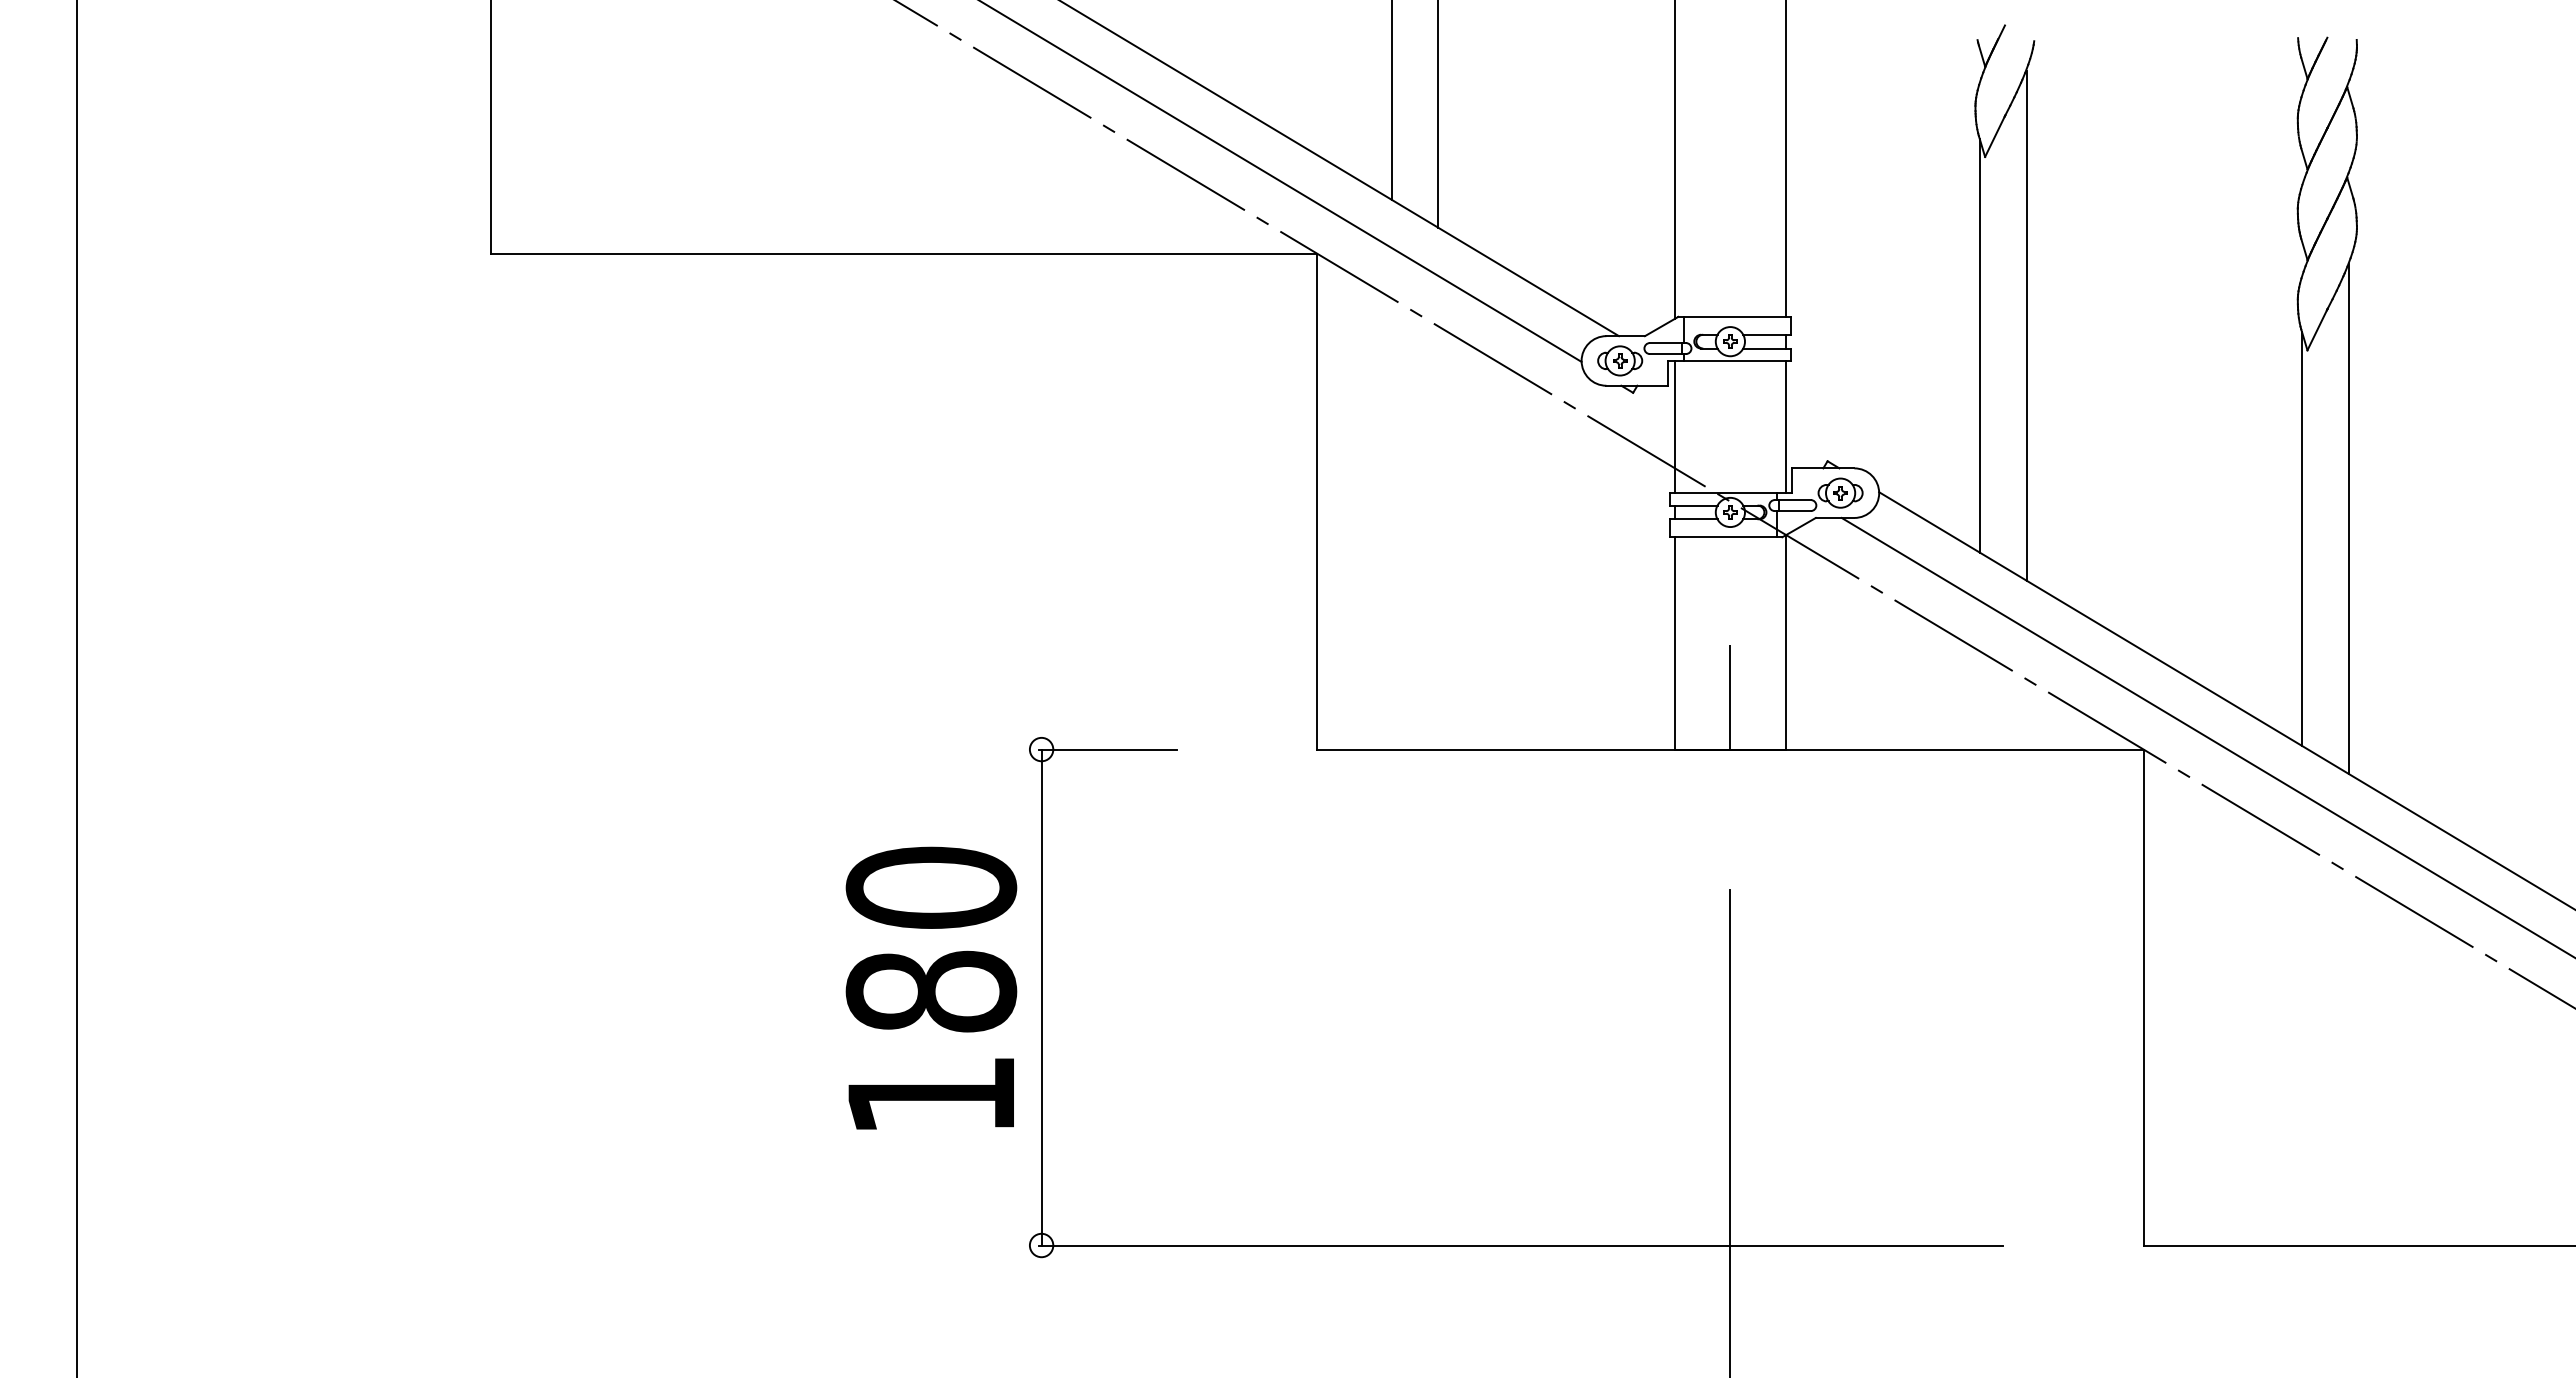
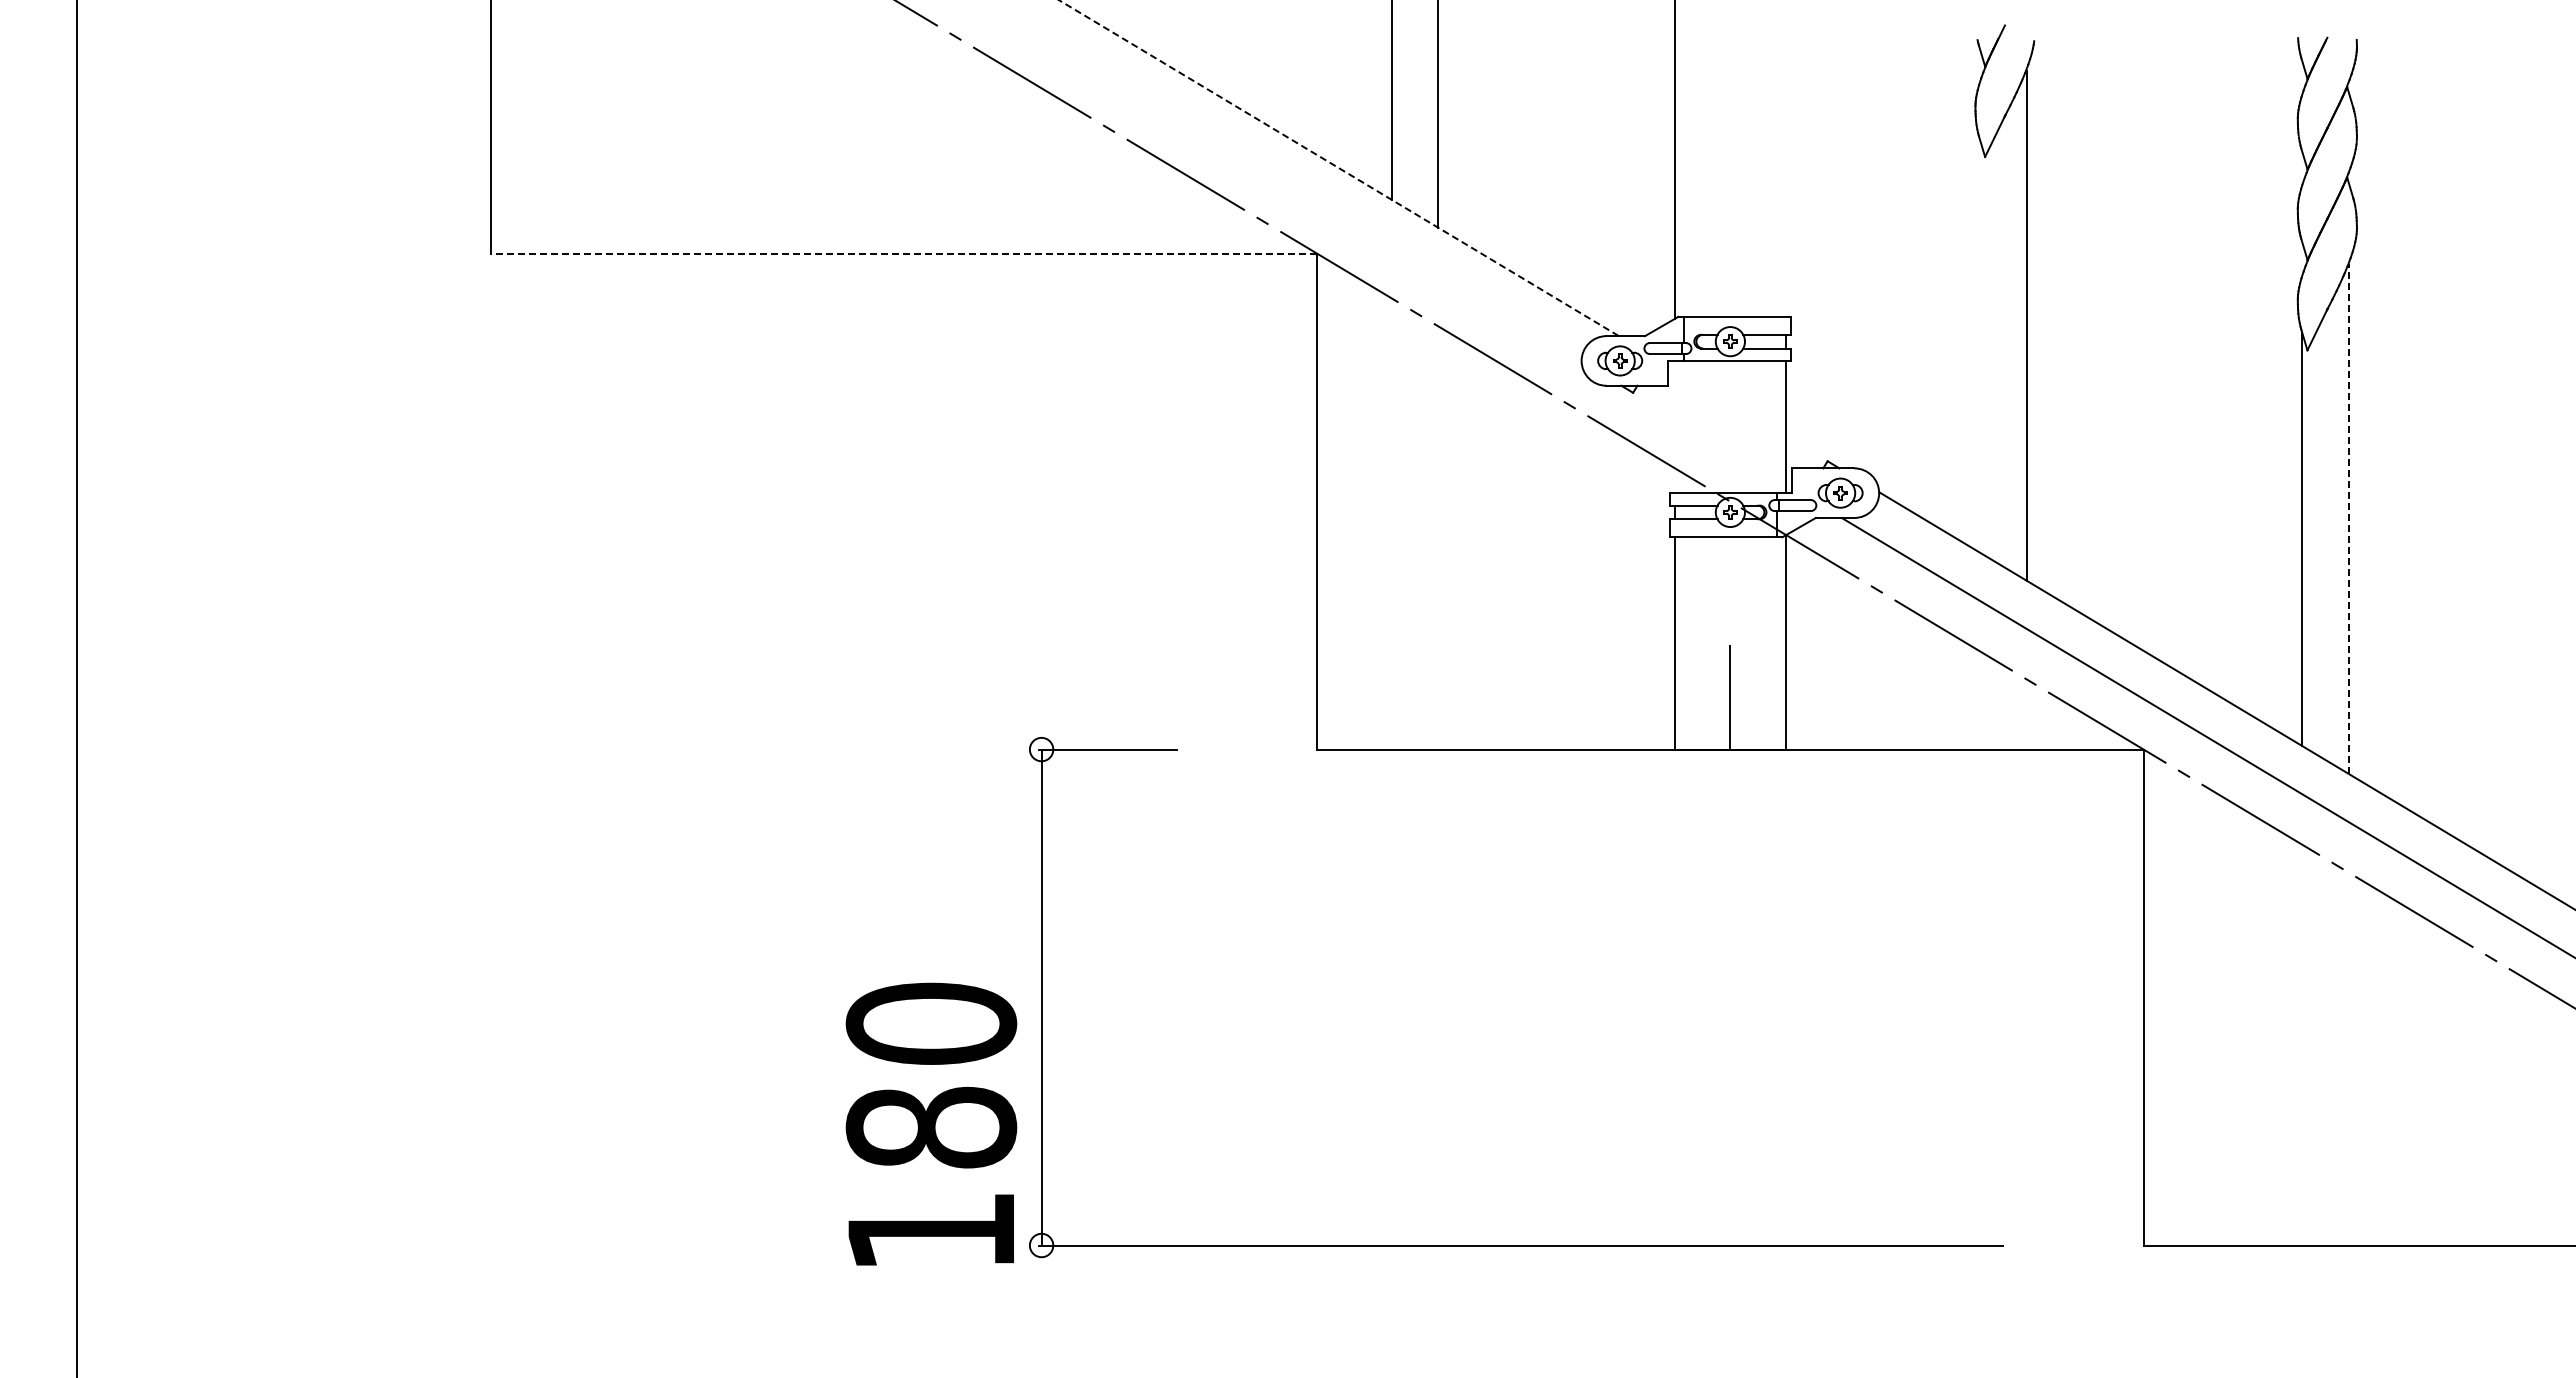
line at (1786, 159): present -> none
line at (1339, 168): solid -> dashed
line at (1281, 181): present -> none
line at (903, 253): solid -> dashed
line at (1979, 345): present -> none
line at (1674, 426): present -> none
line at (2348, 519): solid -> dashed
text at (931, 987) position: (931, 987) -> (931, 1123)
line at (1730, 1132): present -> none
